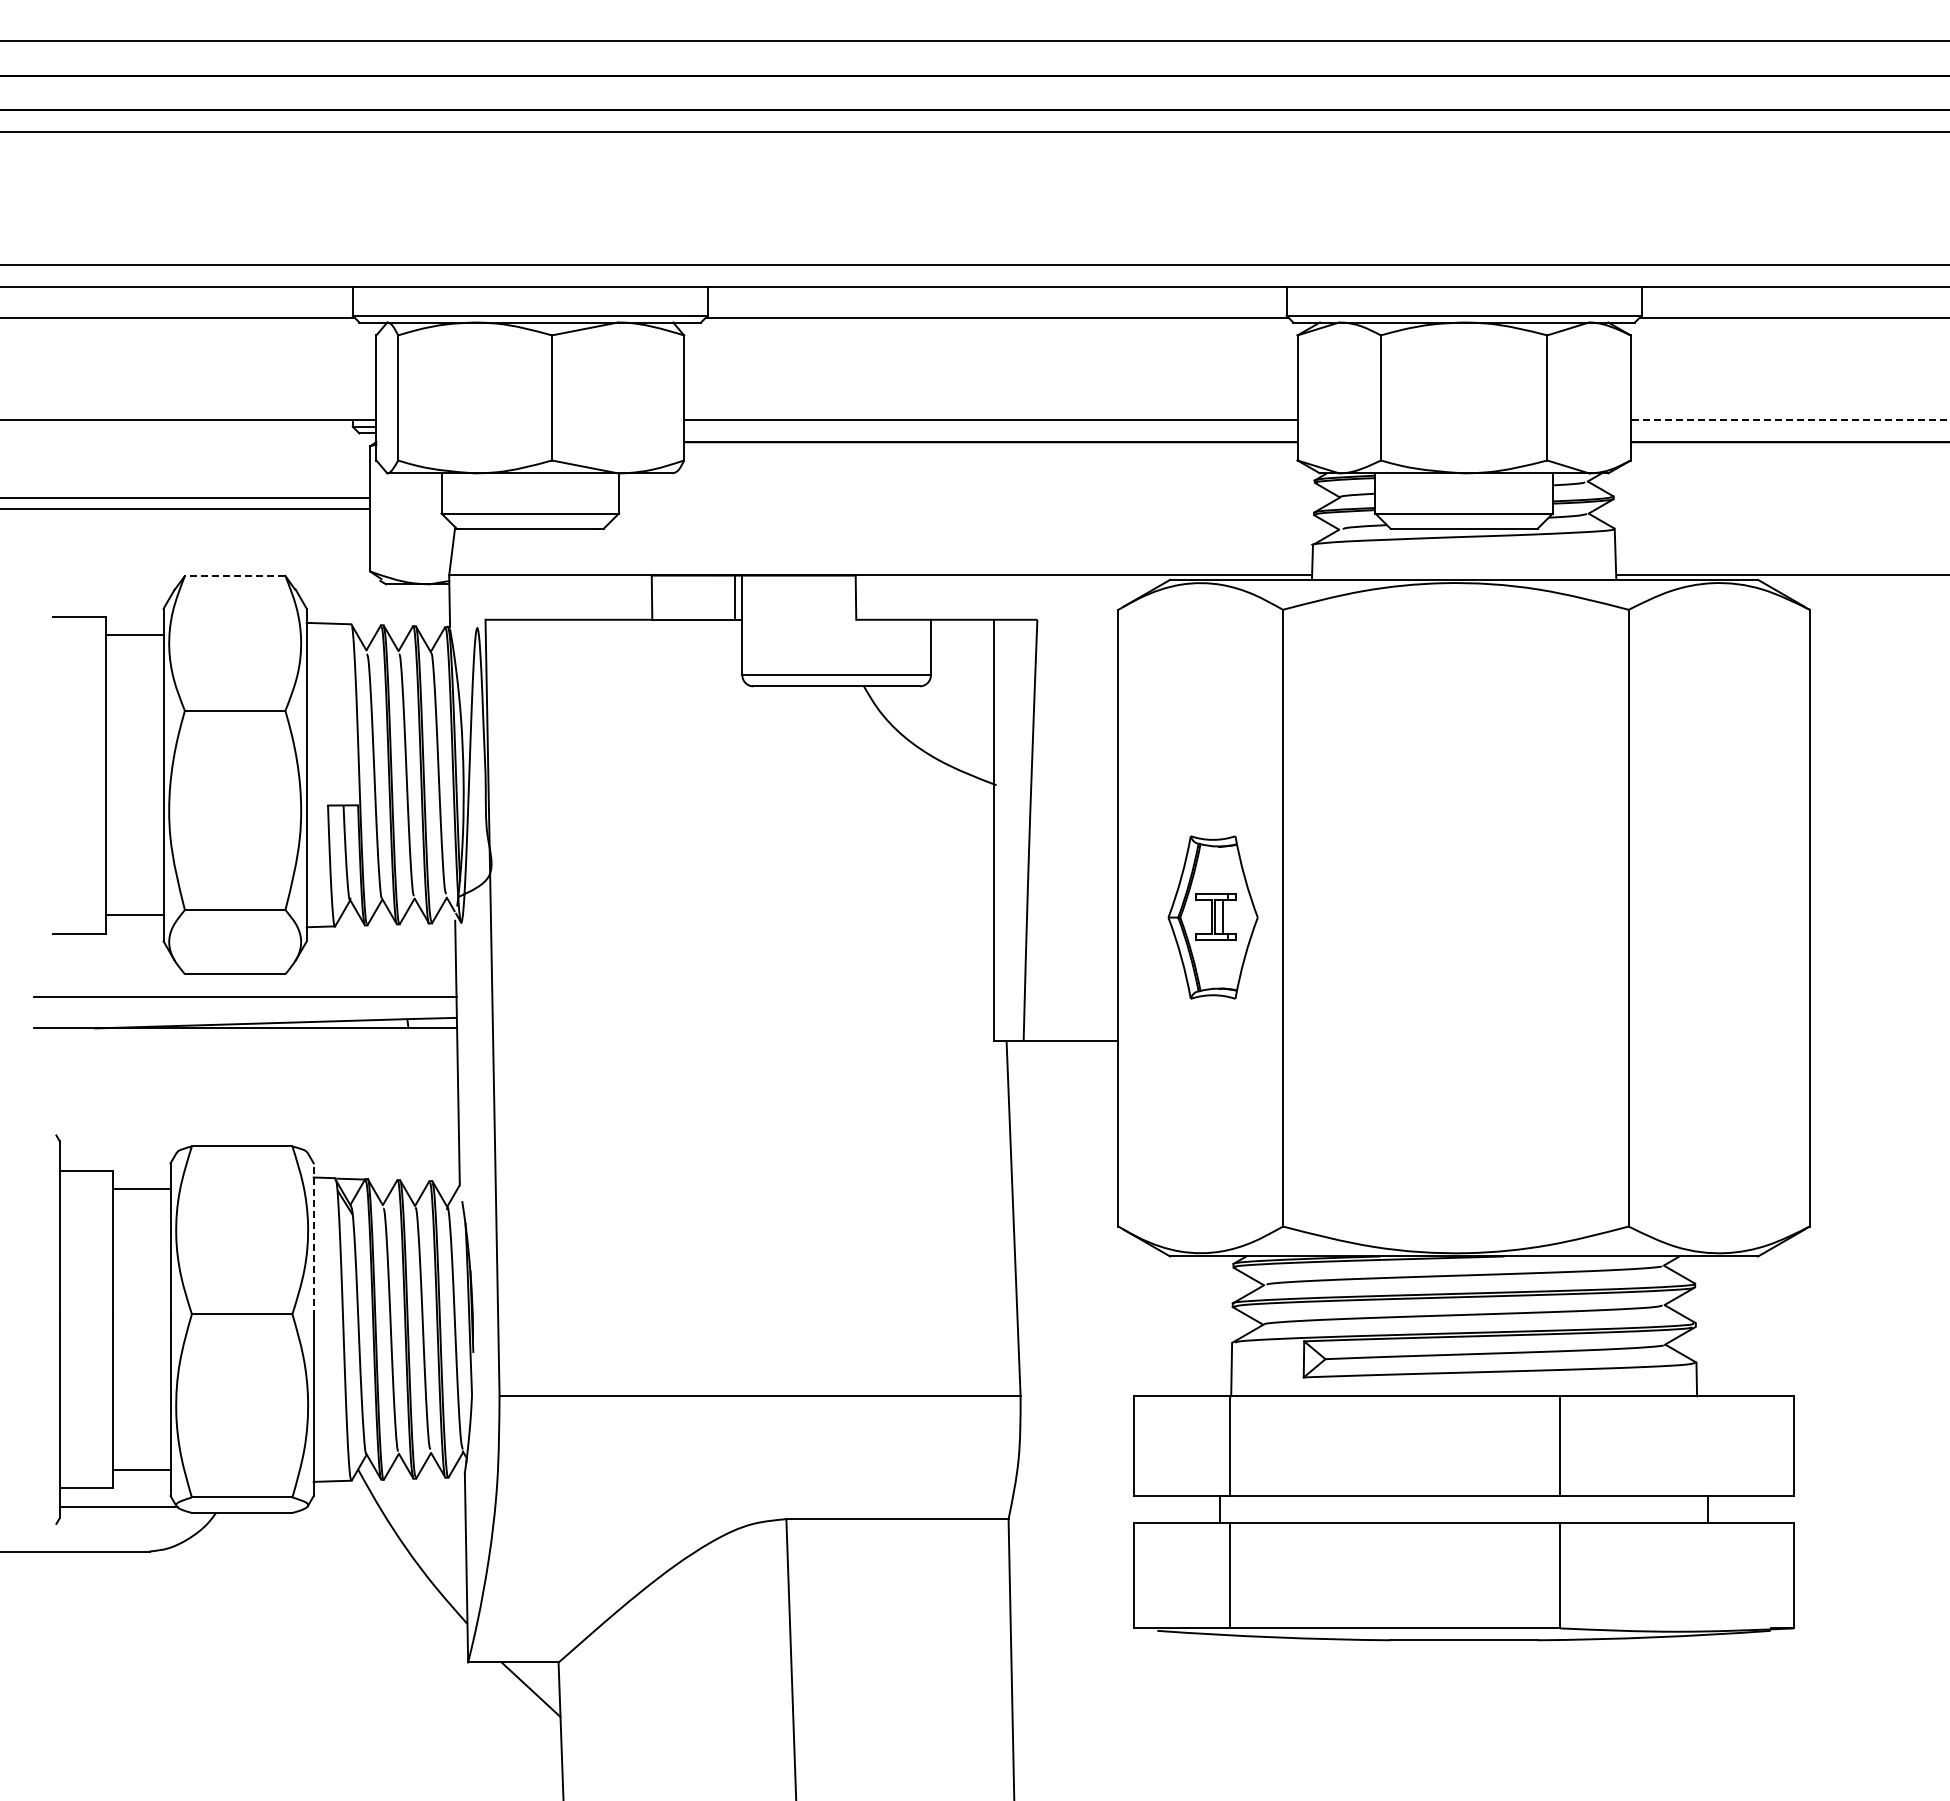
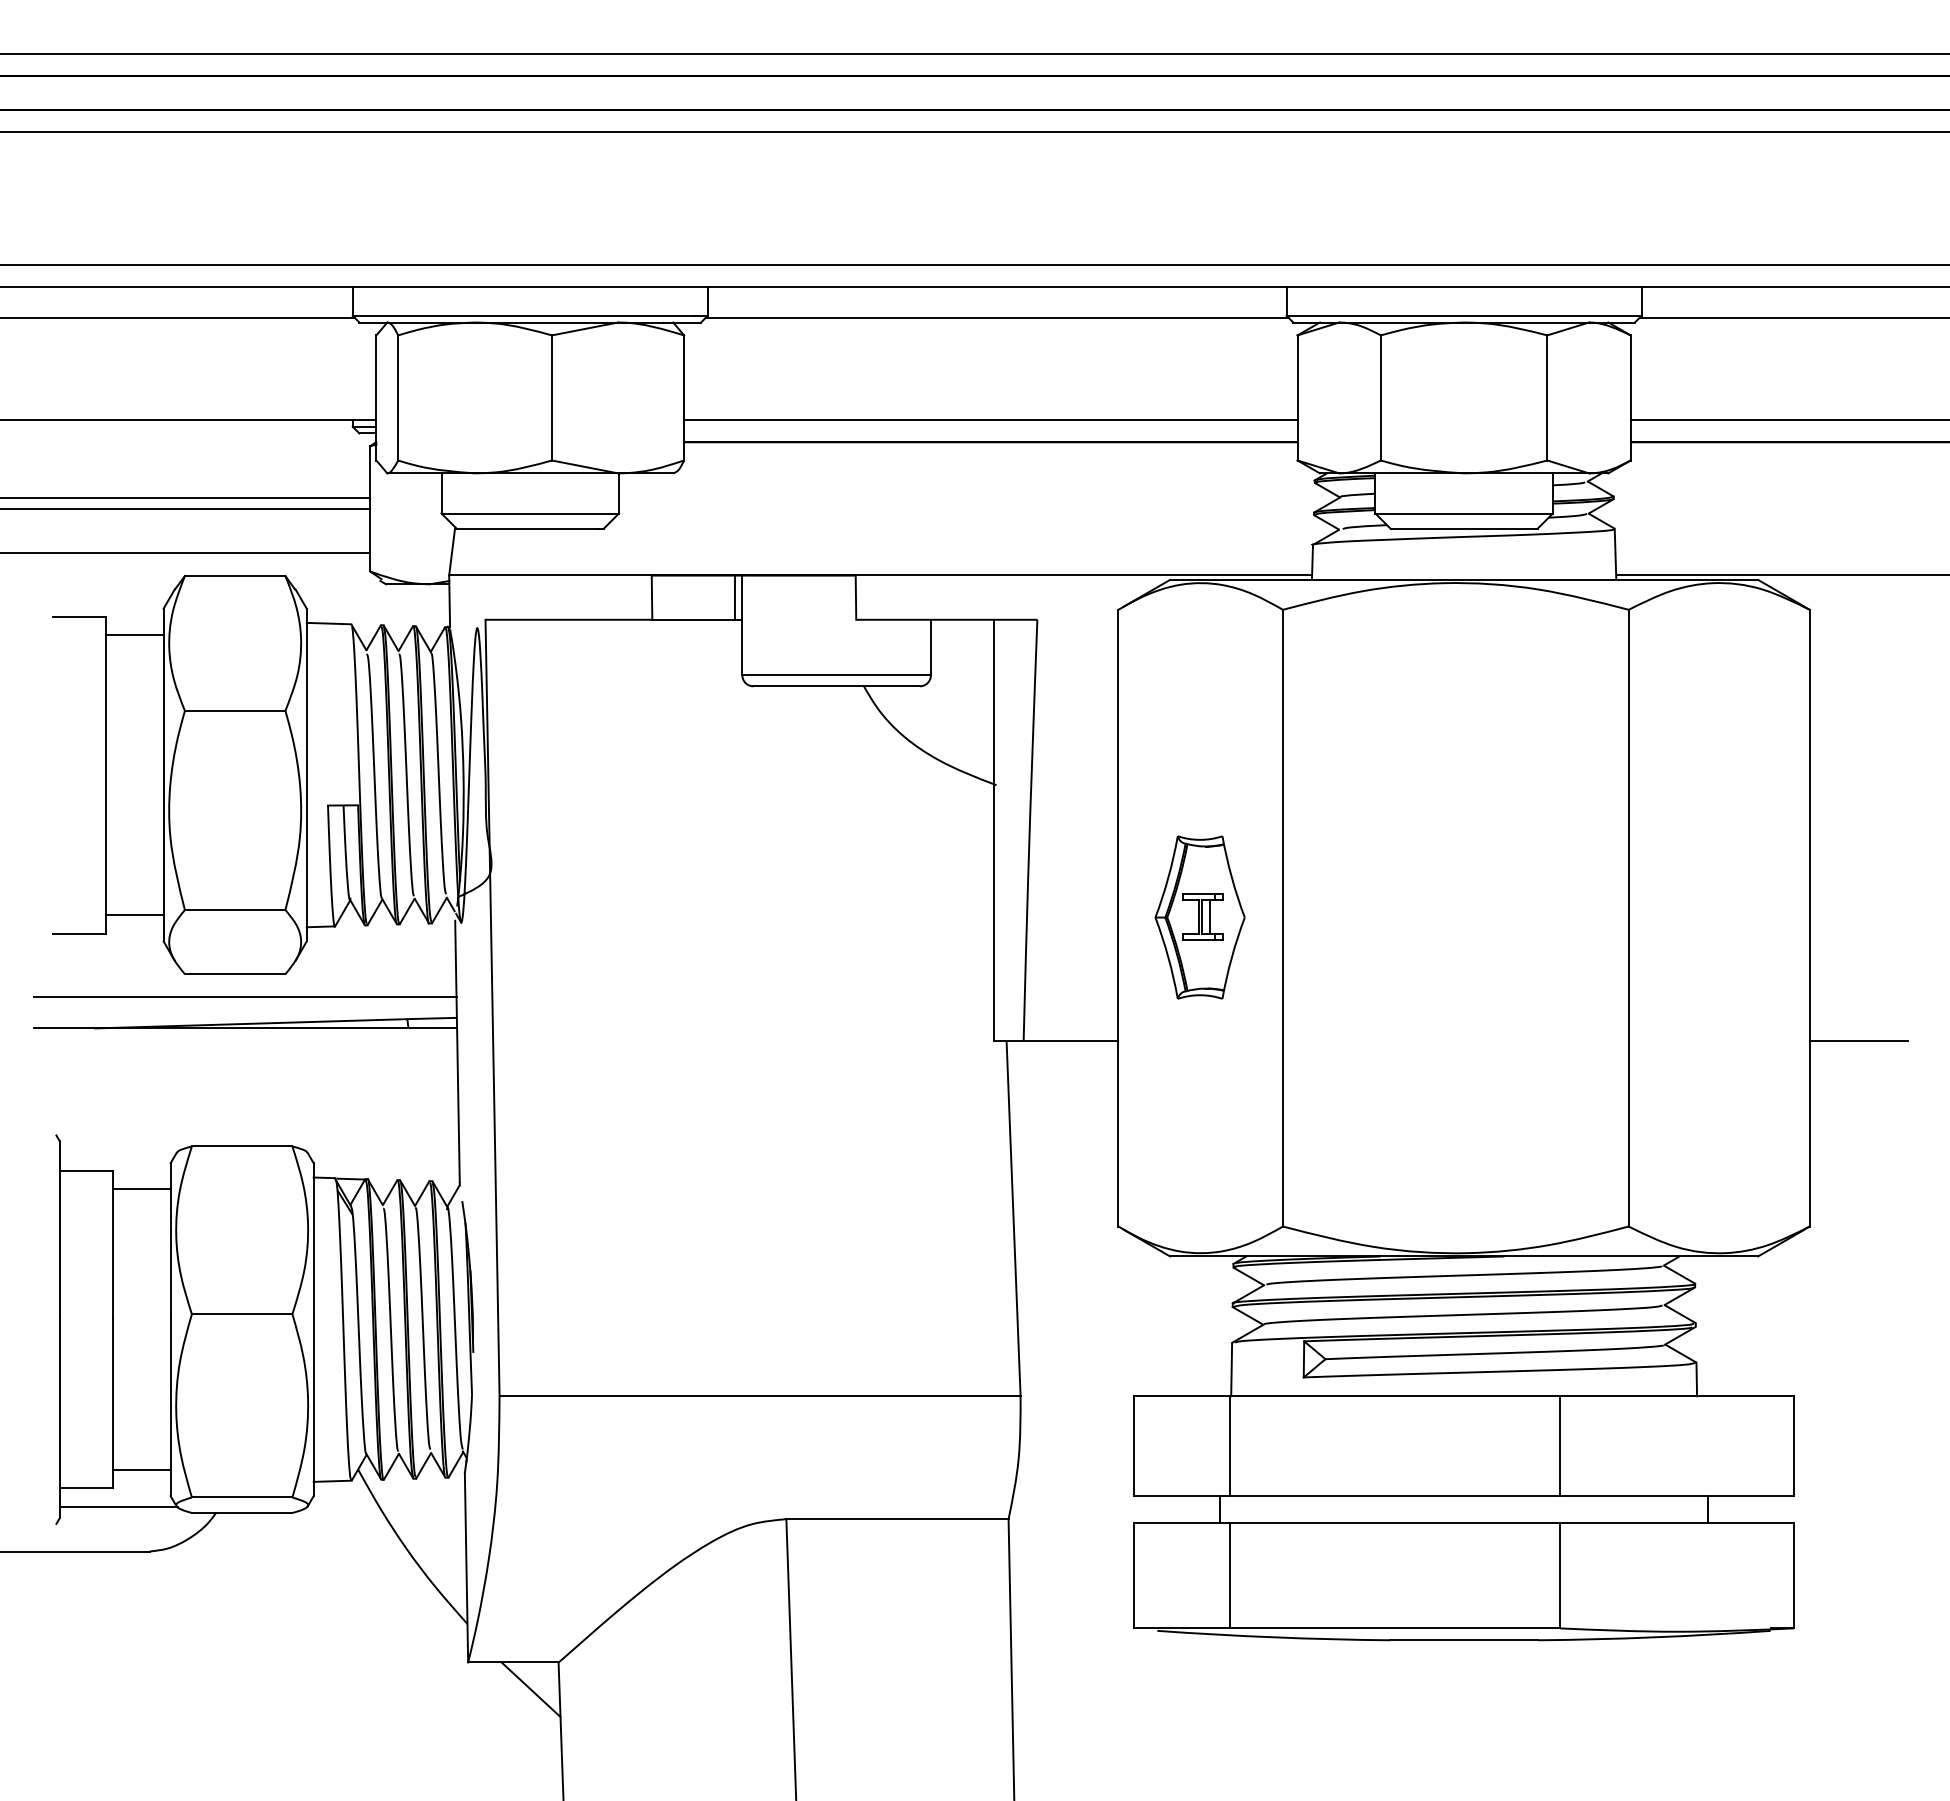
line at (974, 41) position: (974, 41) -> (974, 54)
line at (1789, 420): dashed -> solid
line at (186, 553): none -> present
line at (234, 575): dashed -> solid
part at (1212, 917) position: (1212, 917) -> (1199, 917)
line at (1858, 1041): none -> present
line at (313, 1240): dashed -> solid
